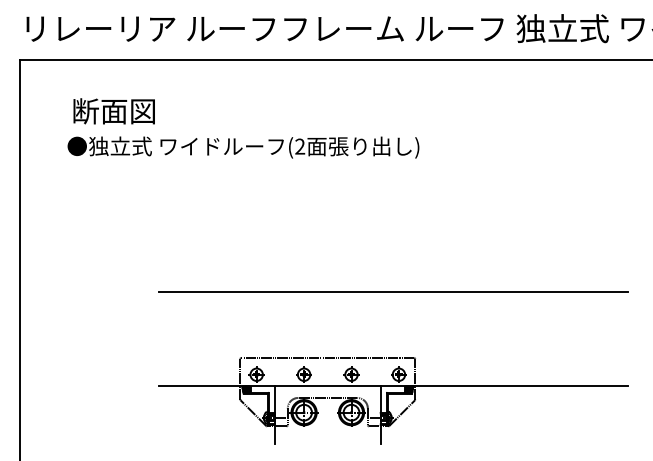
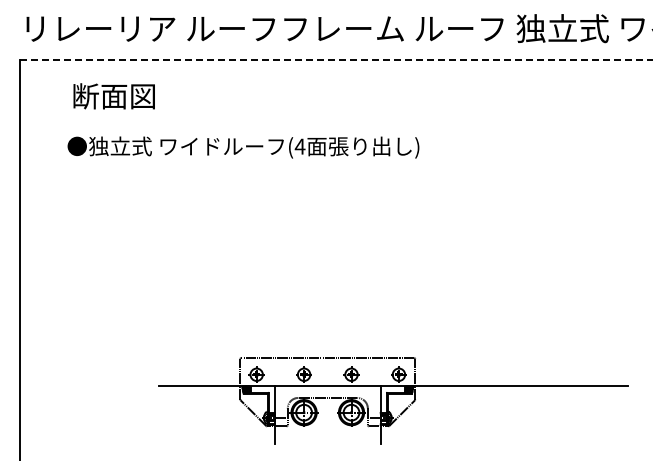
line at (336, 59): solid -> dashed
text at (113, 111) position: (113, 111) -> (113, 96)
text at (299, 146): (2 -> (4
line at (393, 291): present -> none
